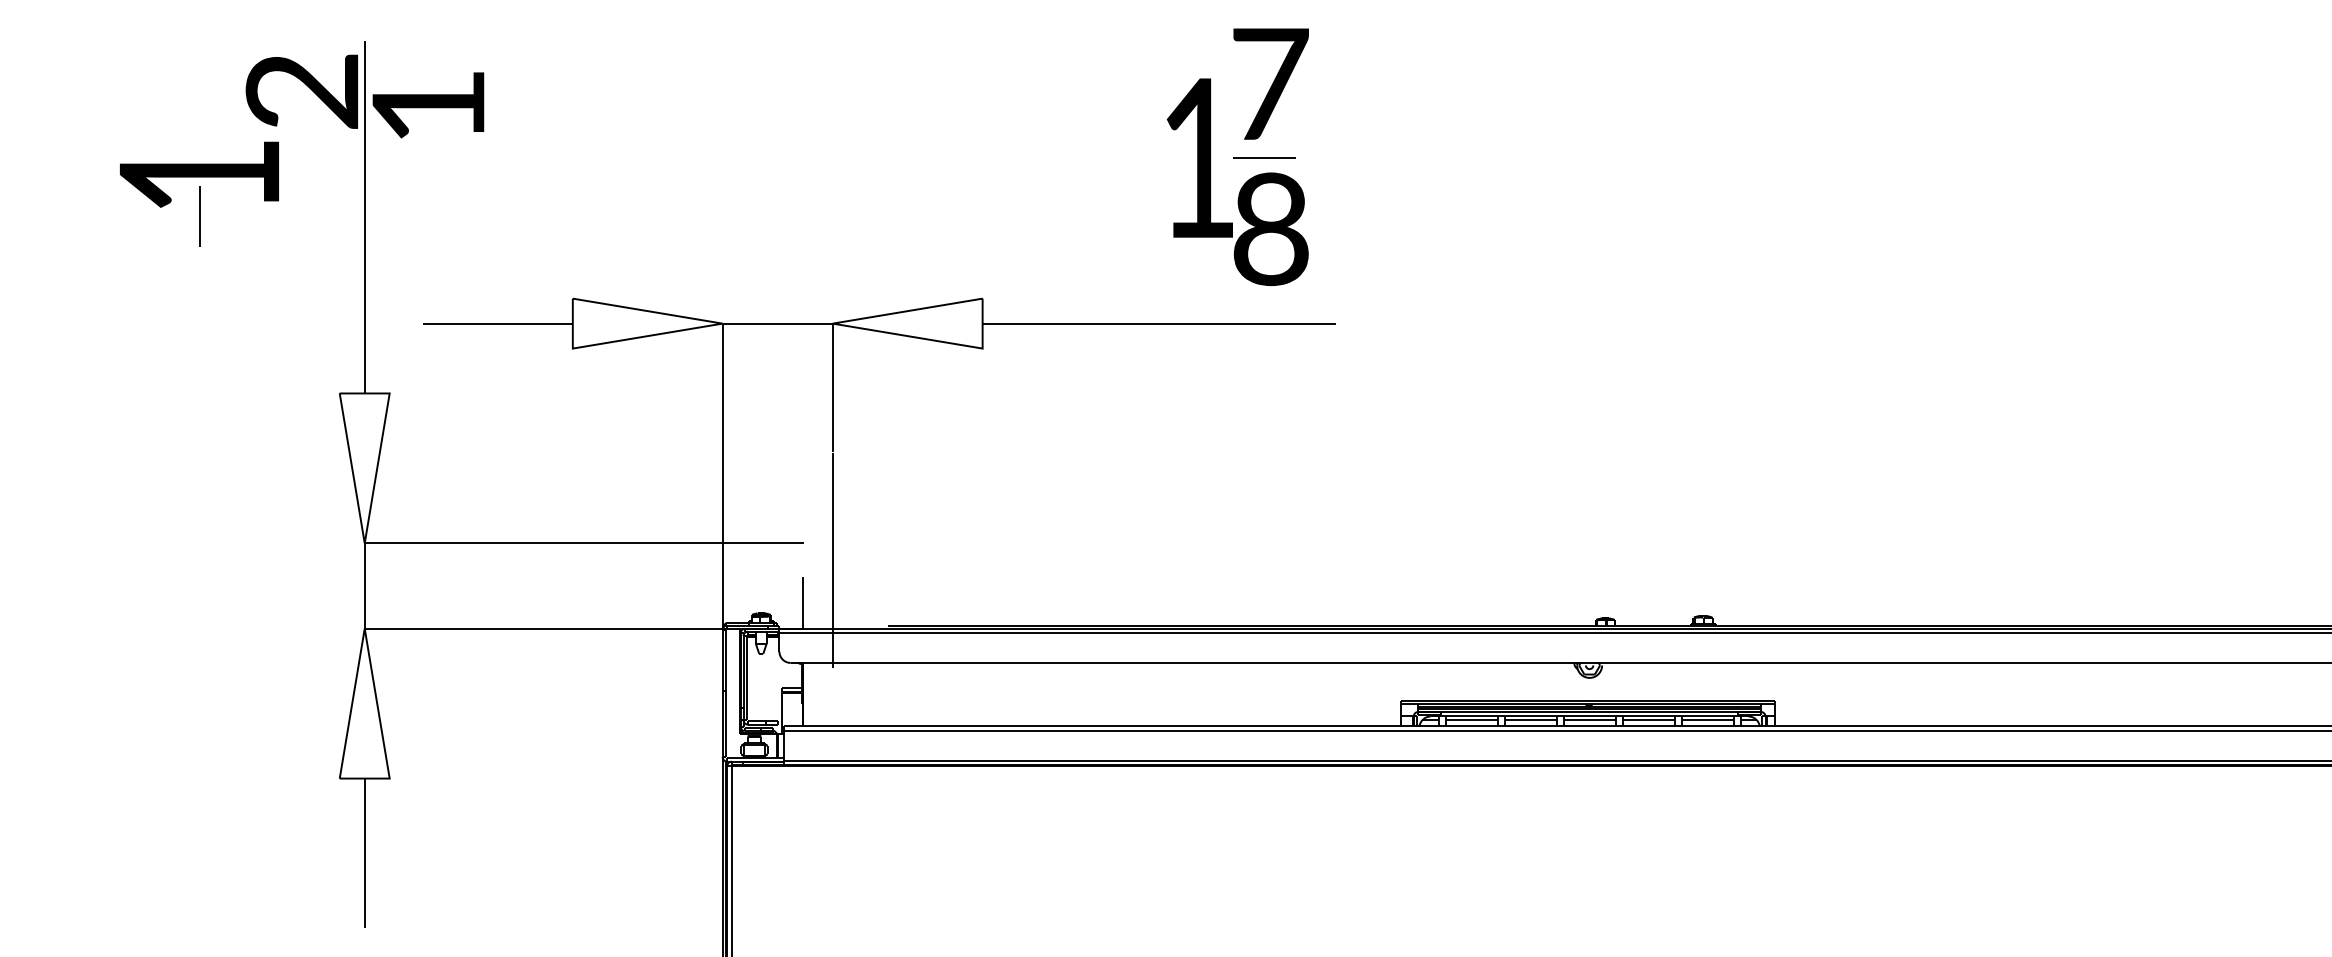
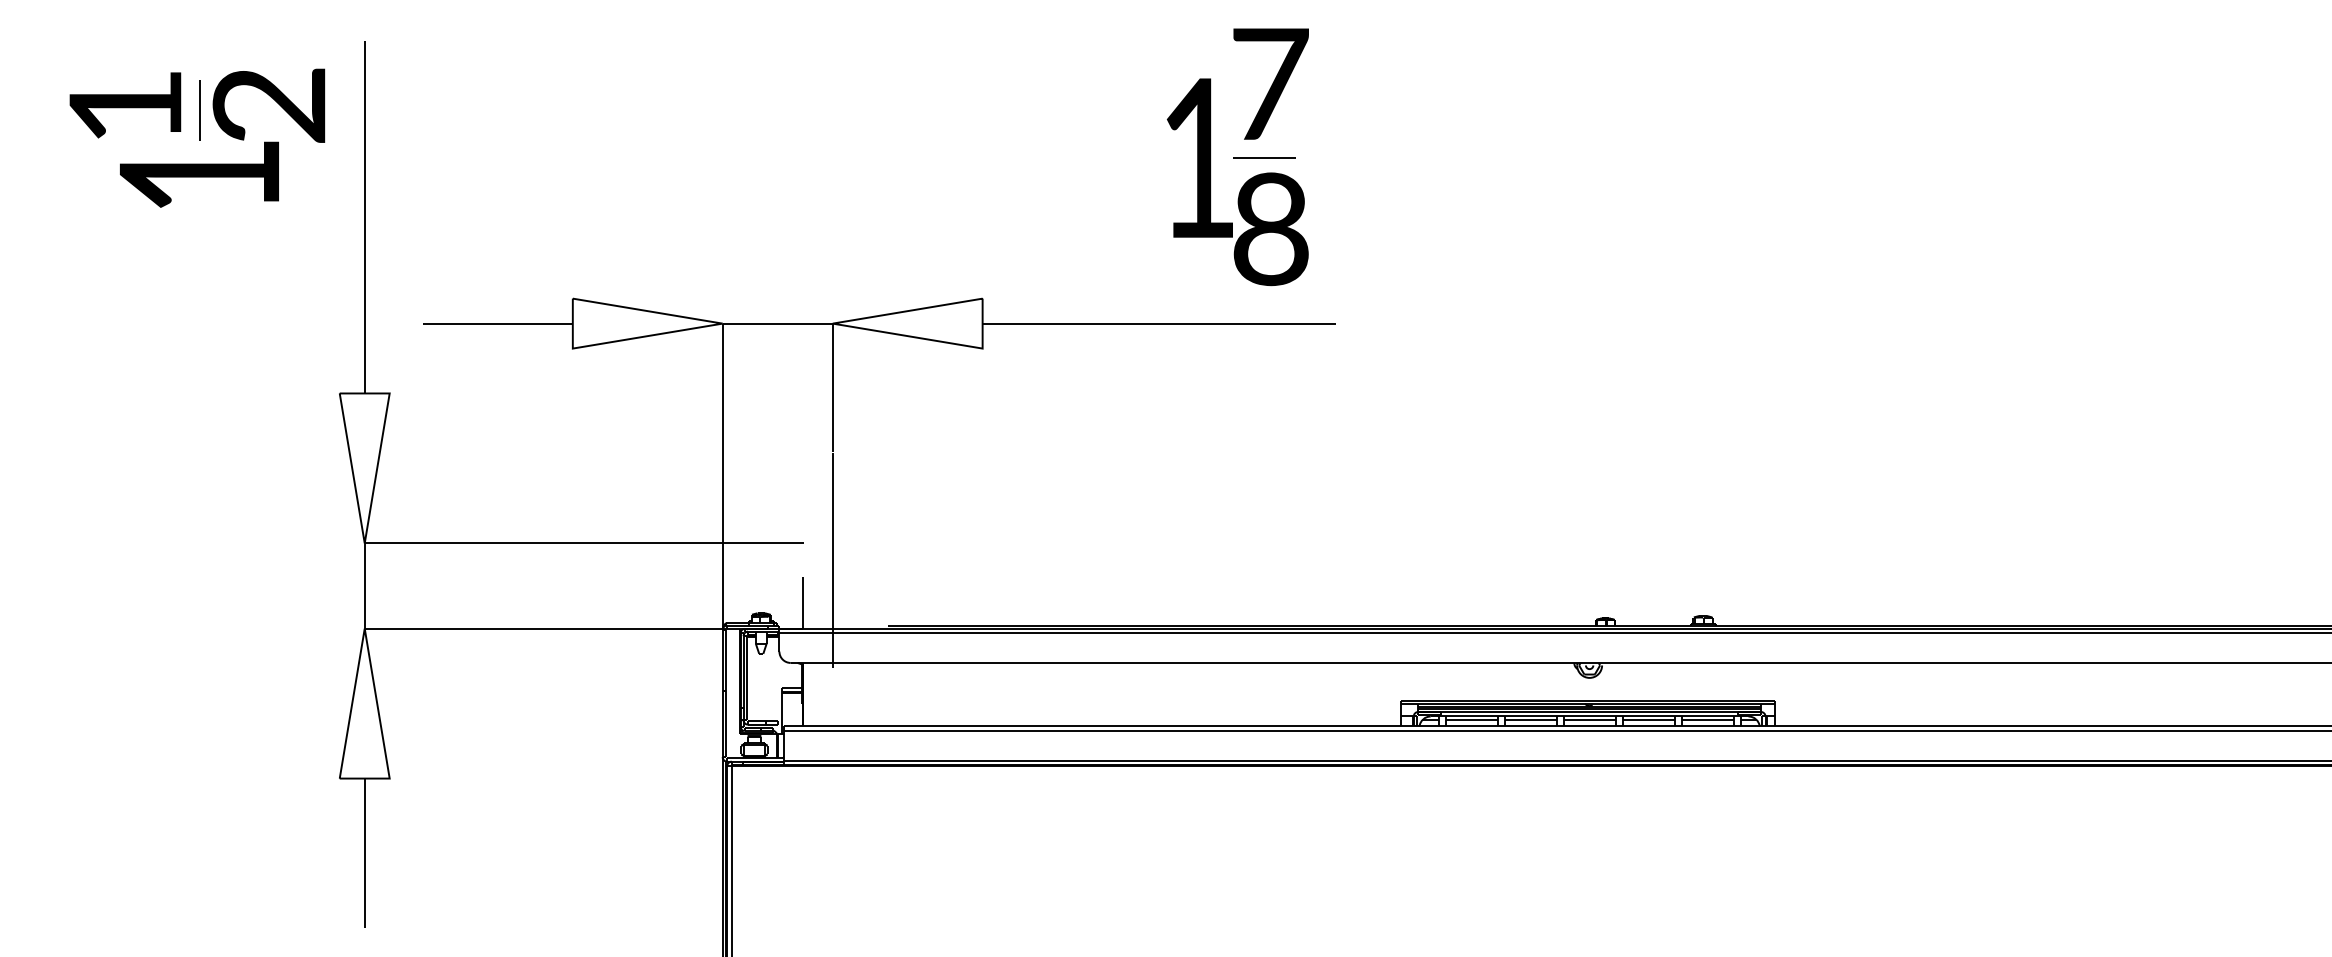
text at (301, 91) position: (301, 91) -> (268, 105)
text at (428, 105) position: (428, 105) -> (125, 105)
line at (199, 216) position: (199, 216) -> (199, 110)
